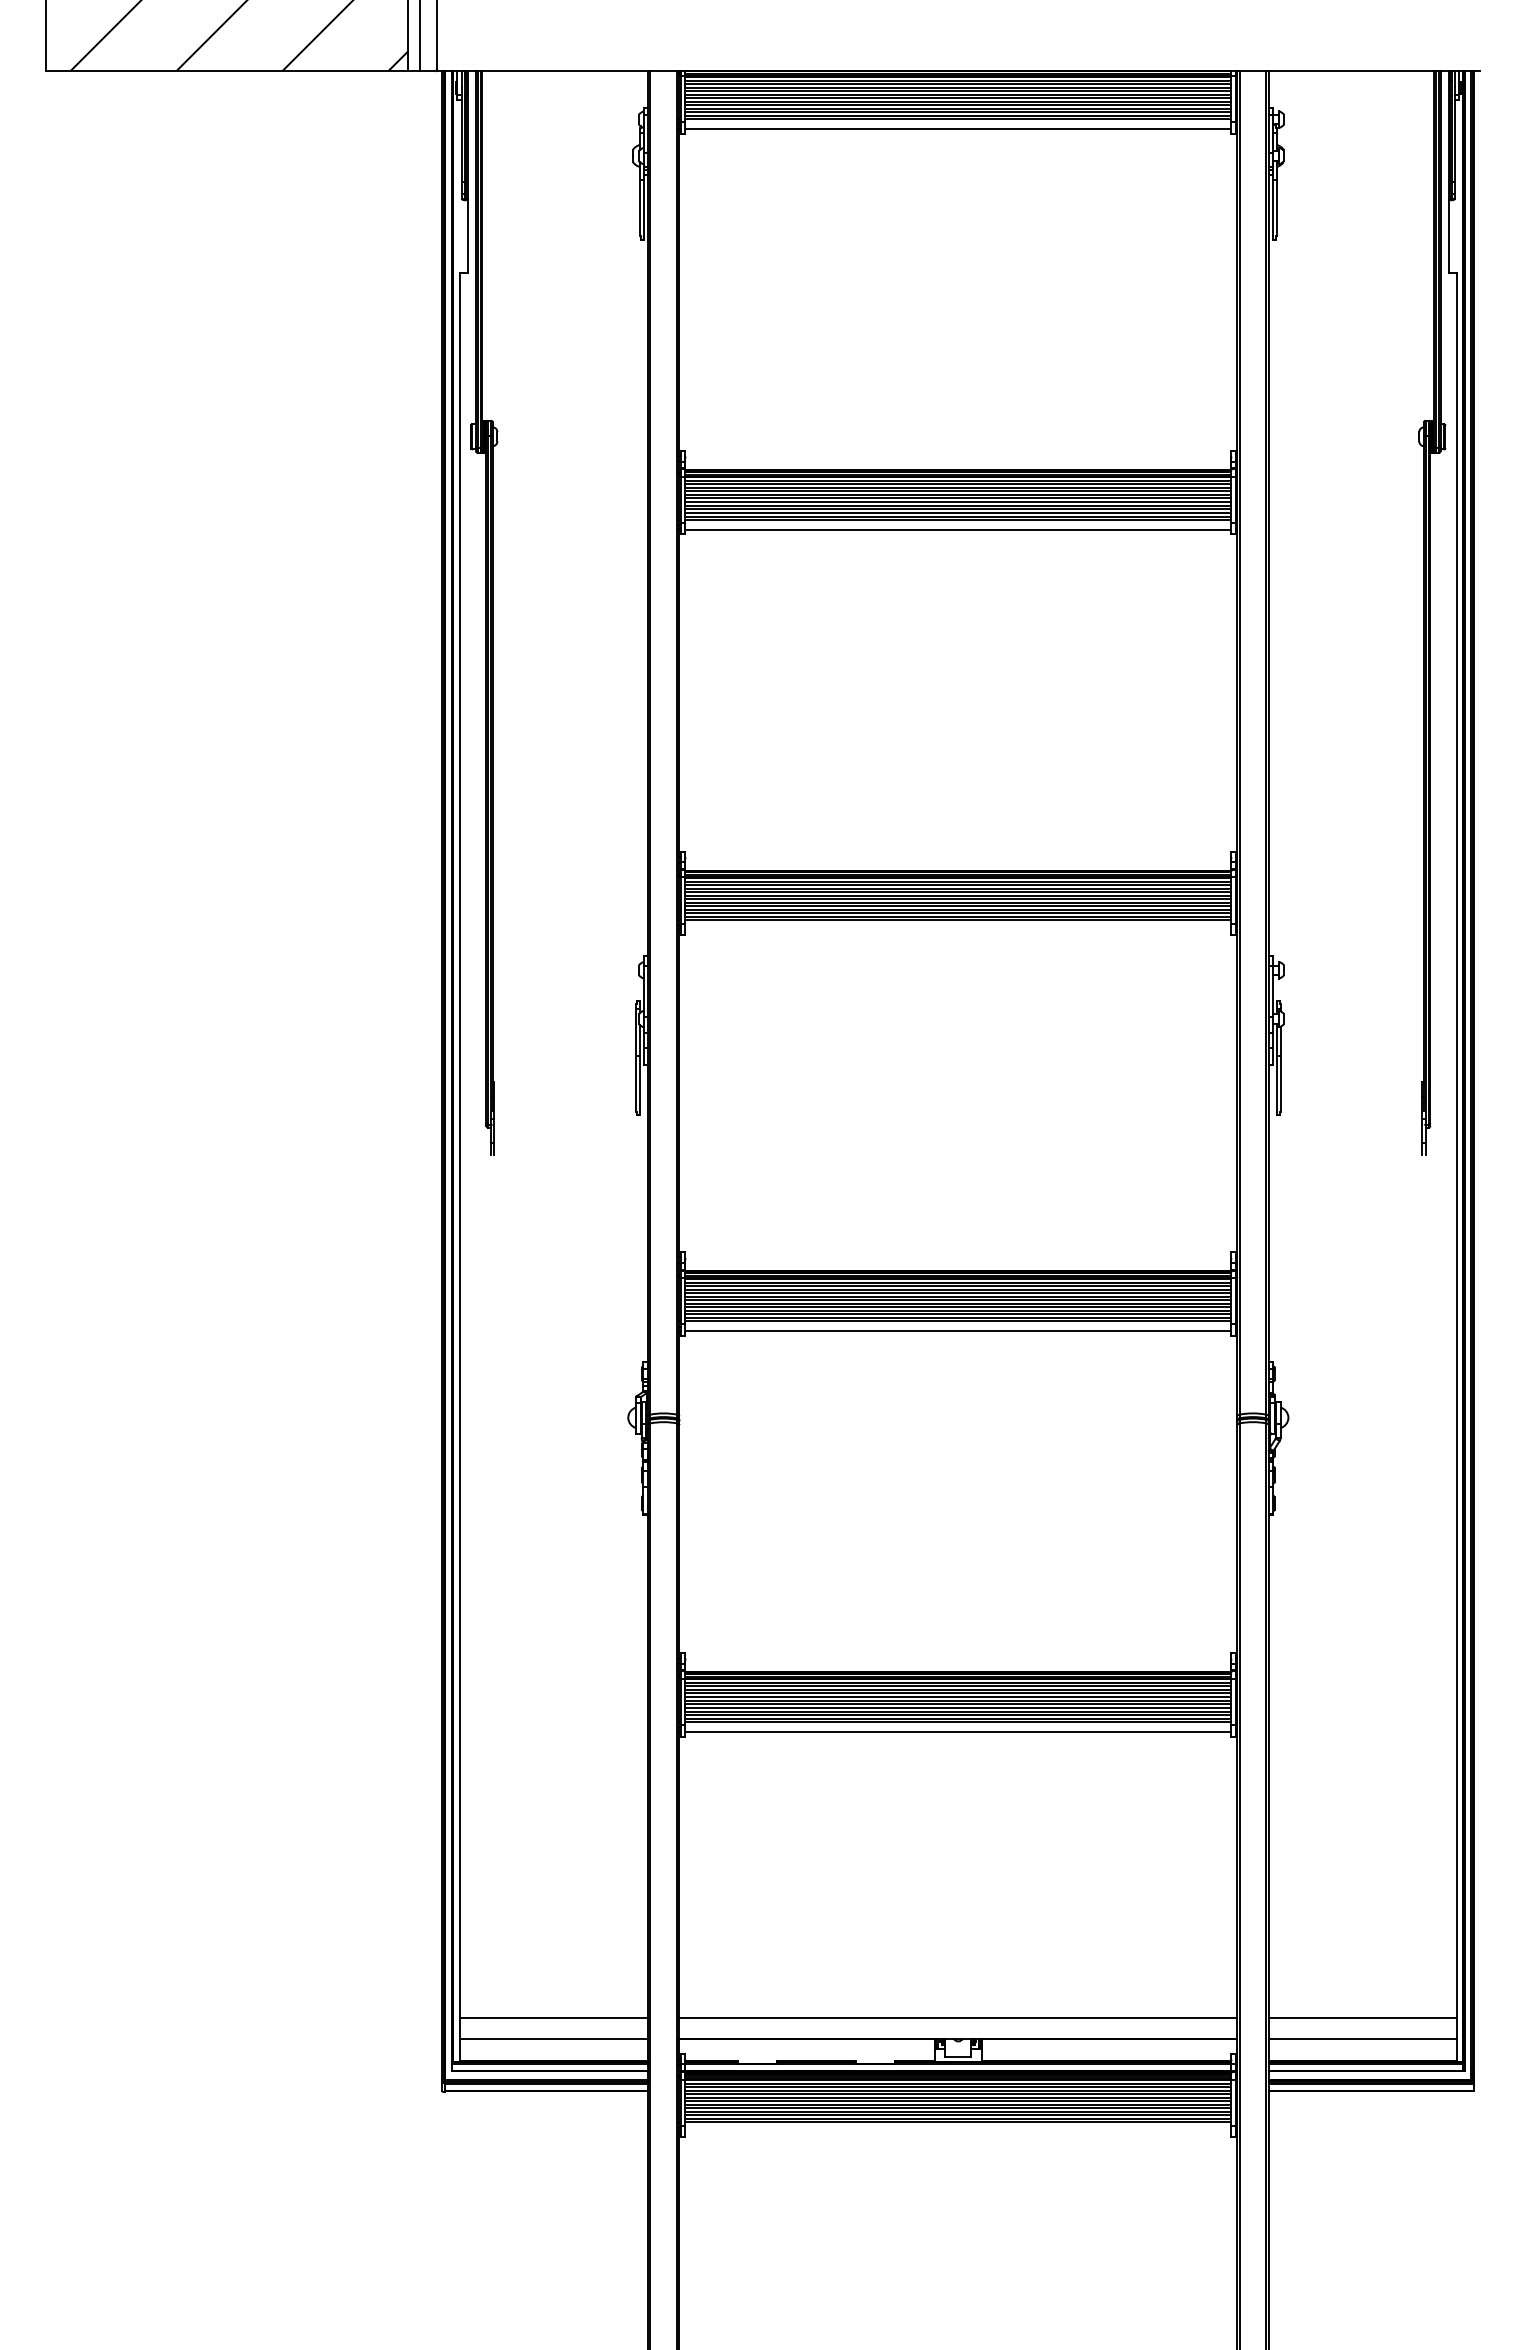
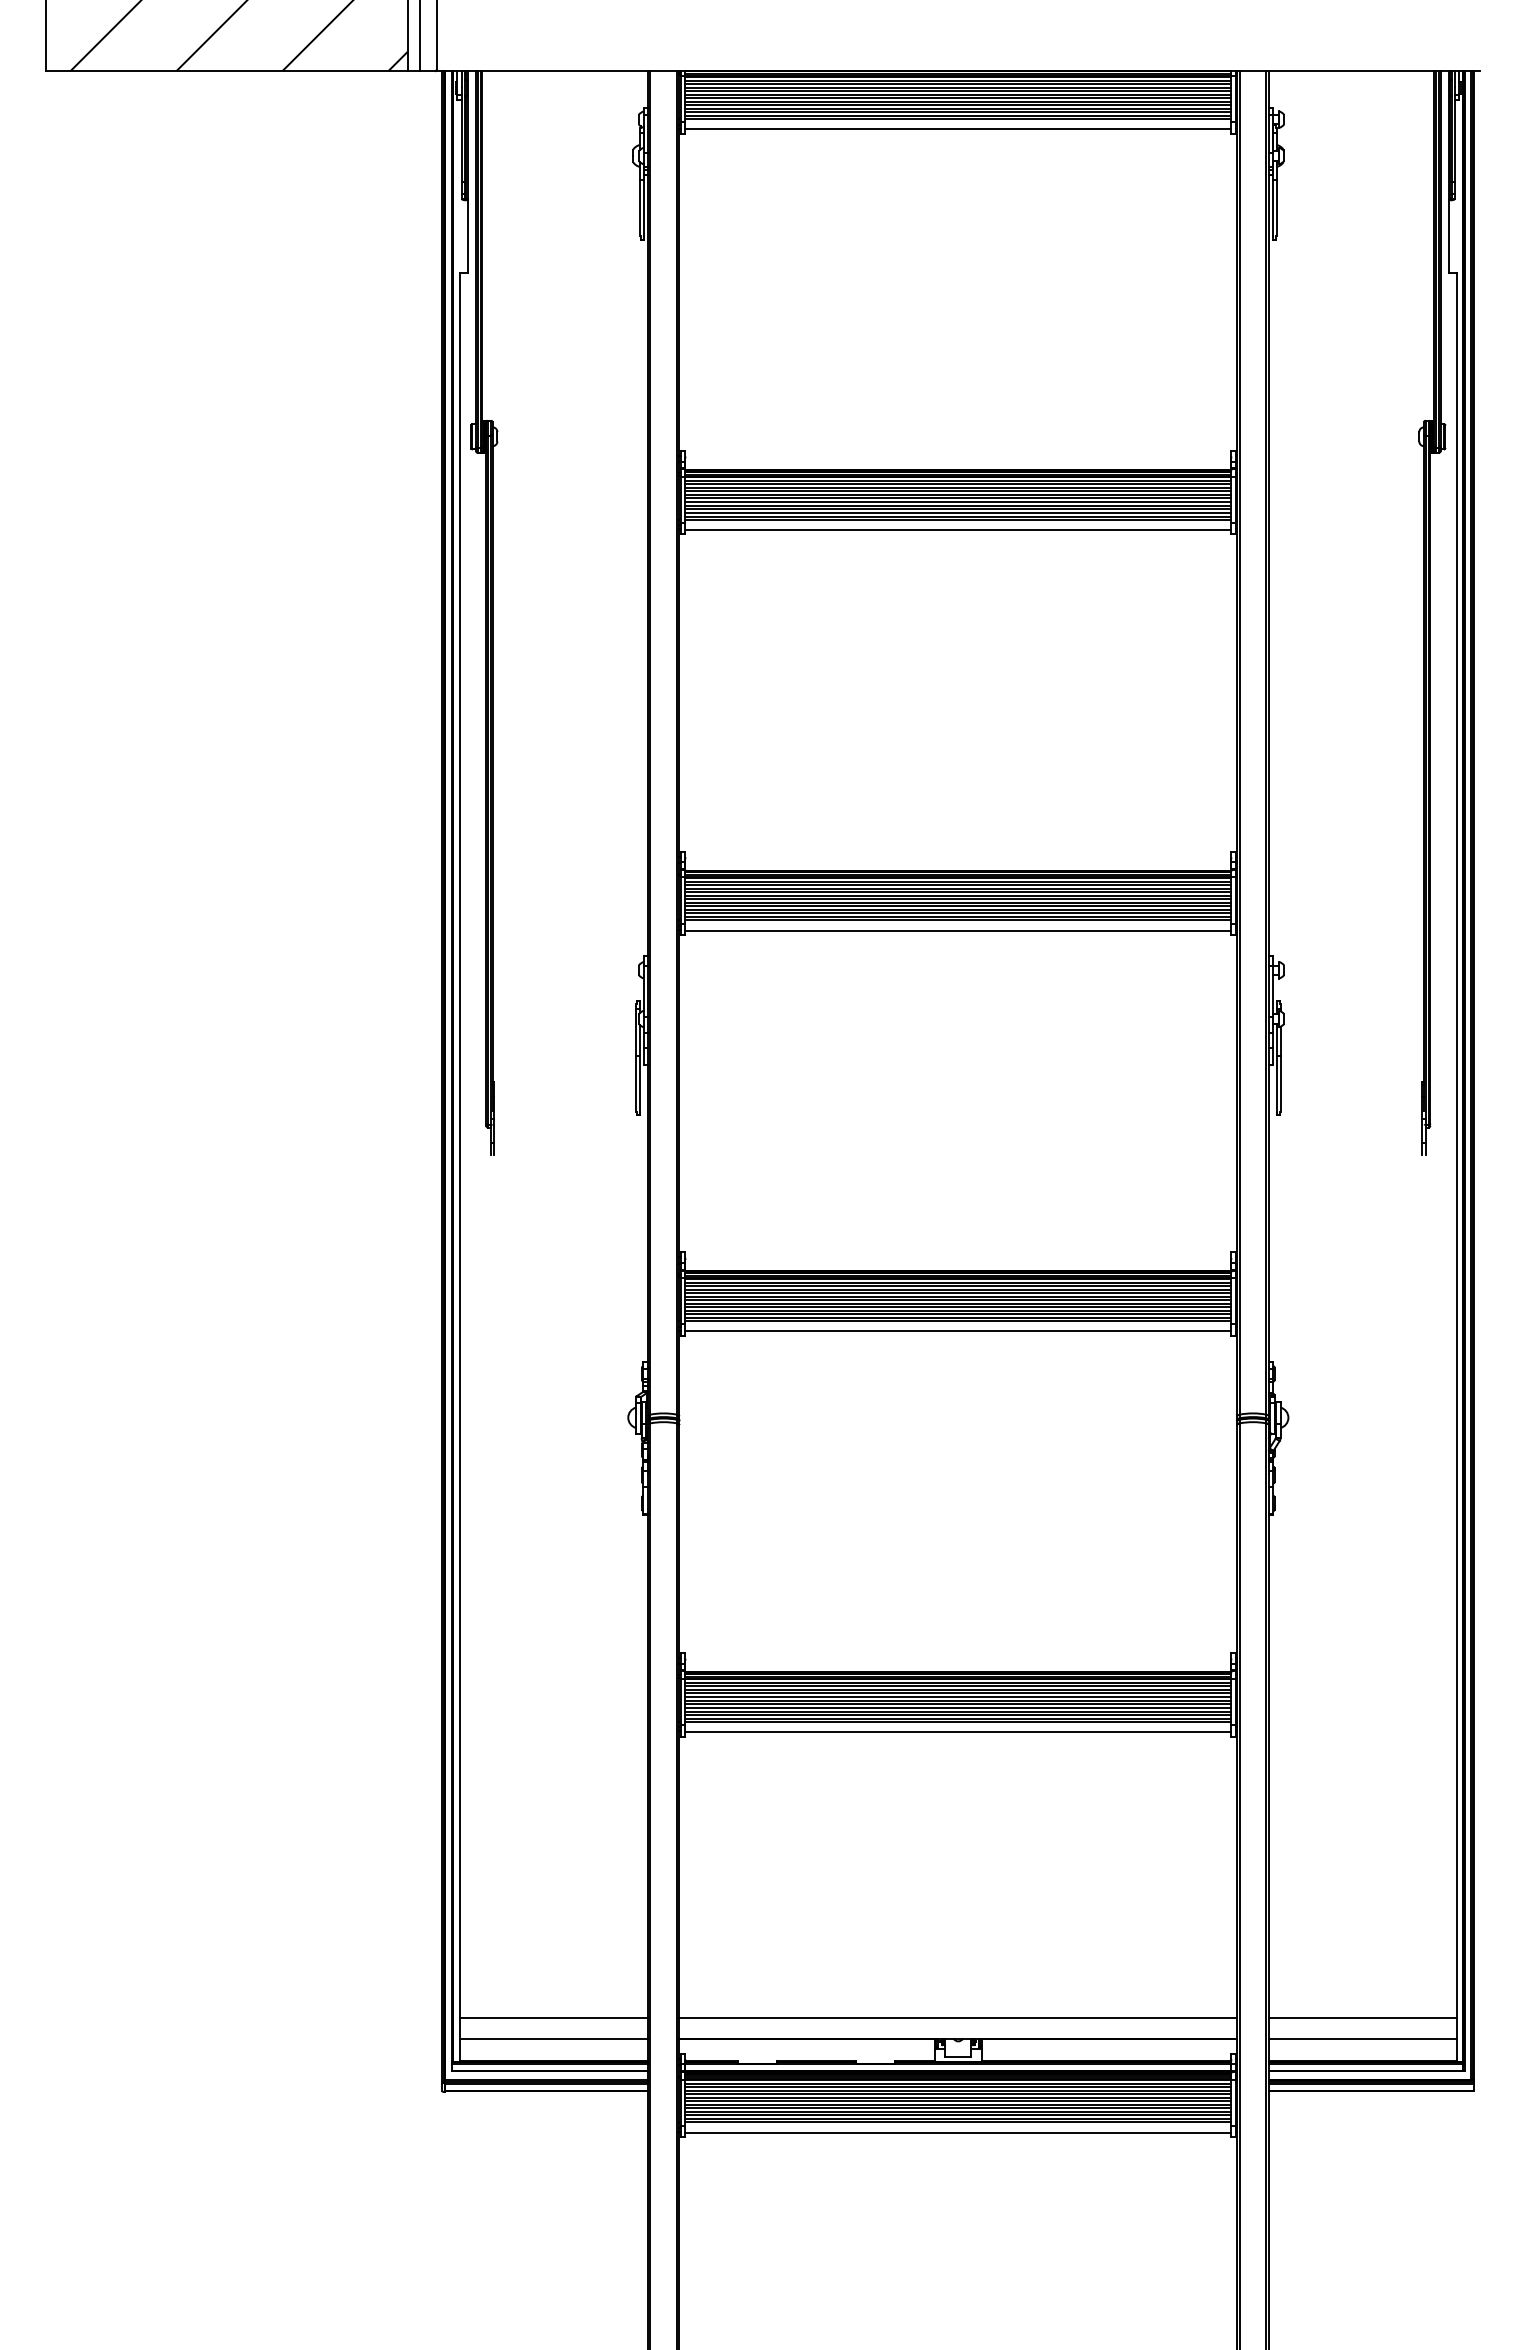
line at (958, 930): none -> present
line at (958, 2132): none -> present
